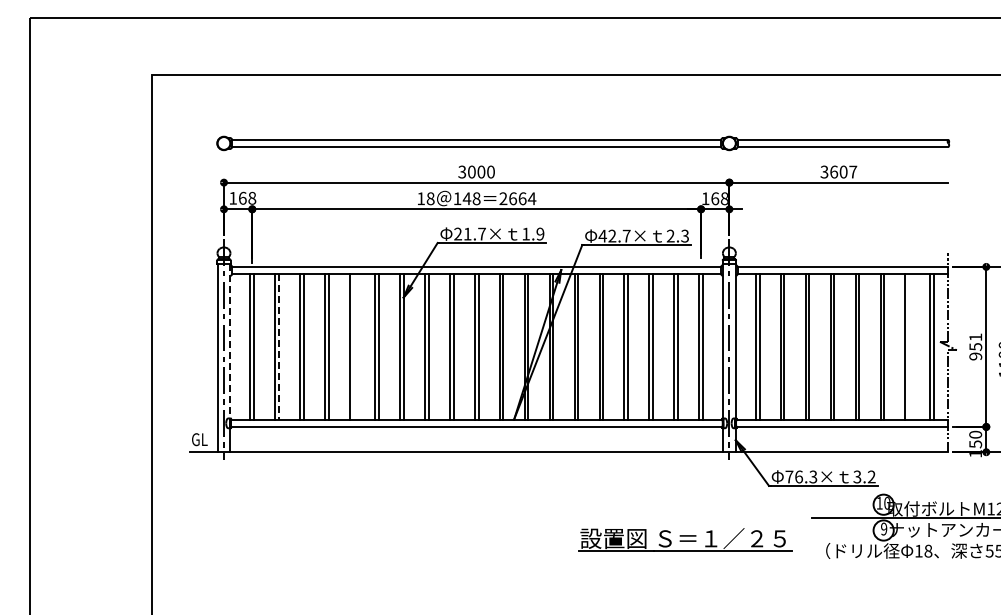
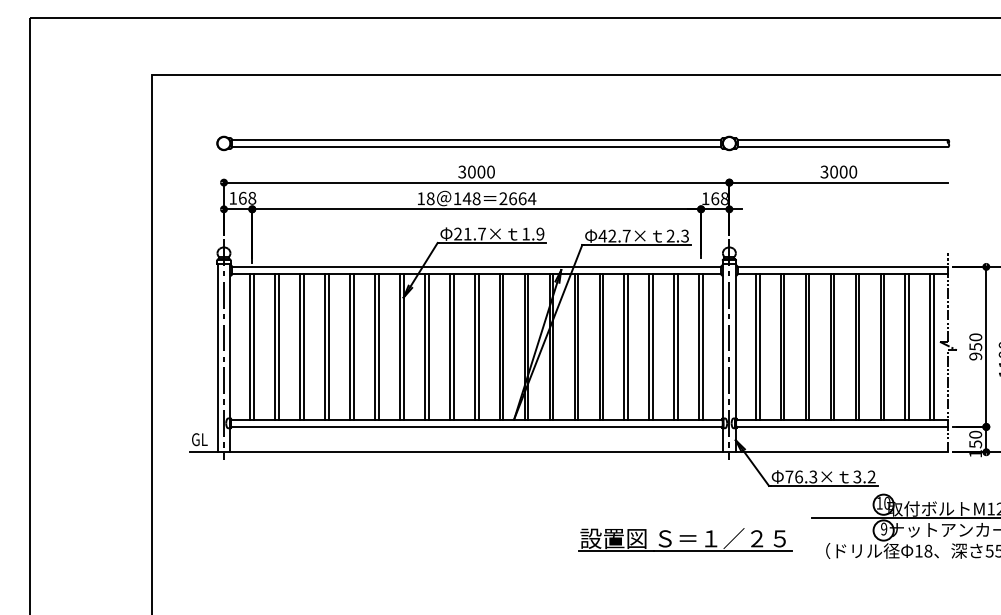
text at (843, 171): 3607 -> 3000
text at (975, 337): 951 -> 950
line at (230, 341): dashed -> solid
line at (279, 346): dashed -> solid
line at (353, 346): none -> present
line at (909, 346): none -> present
